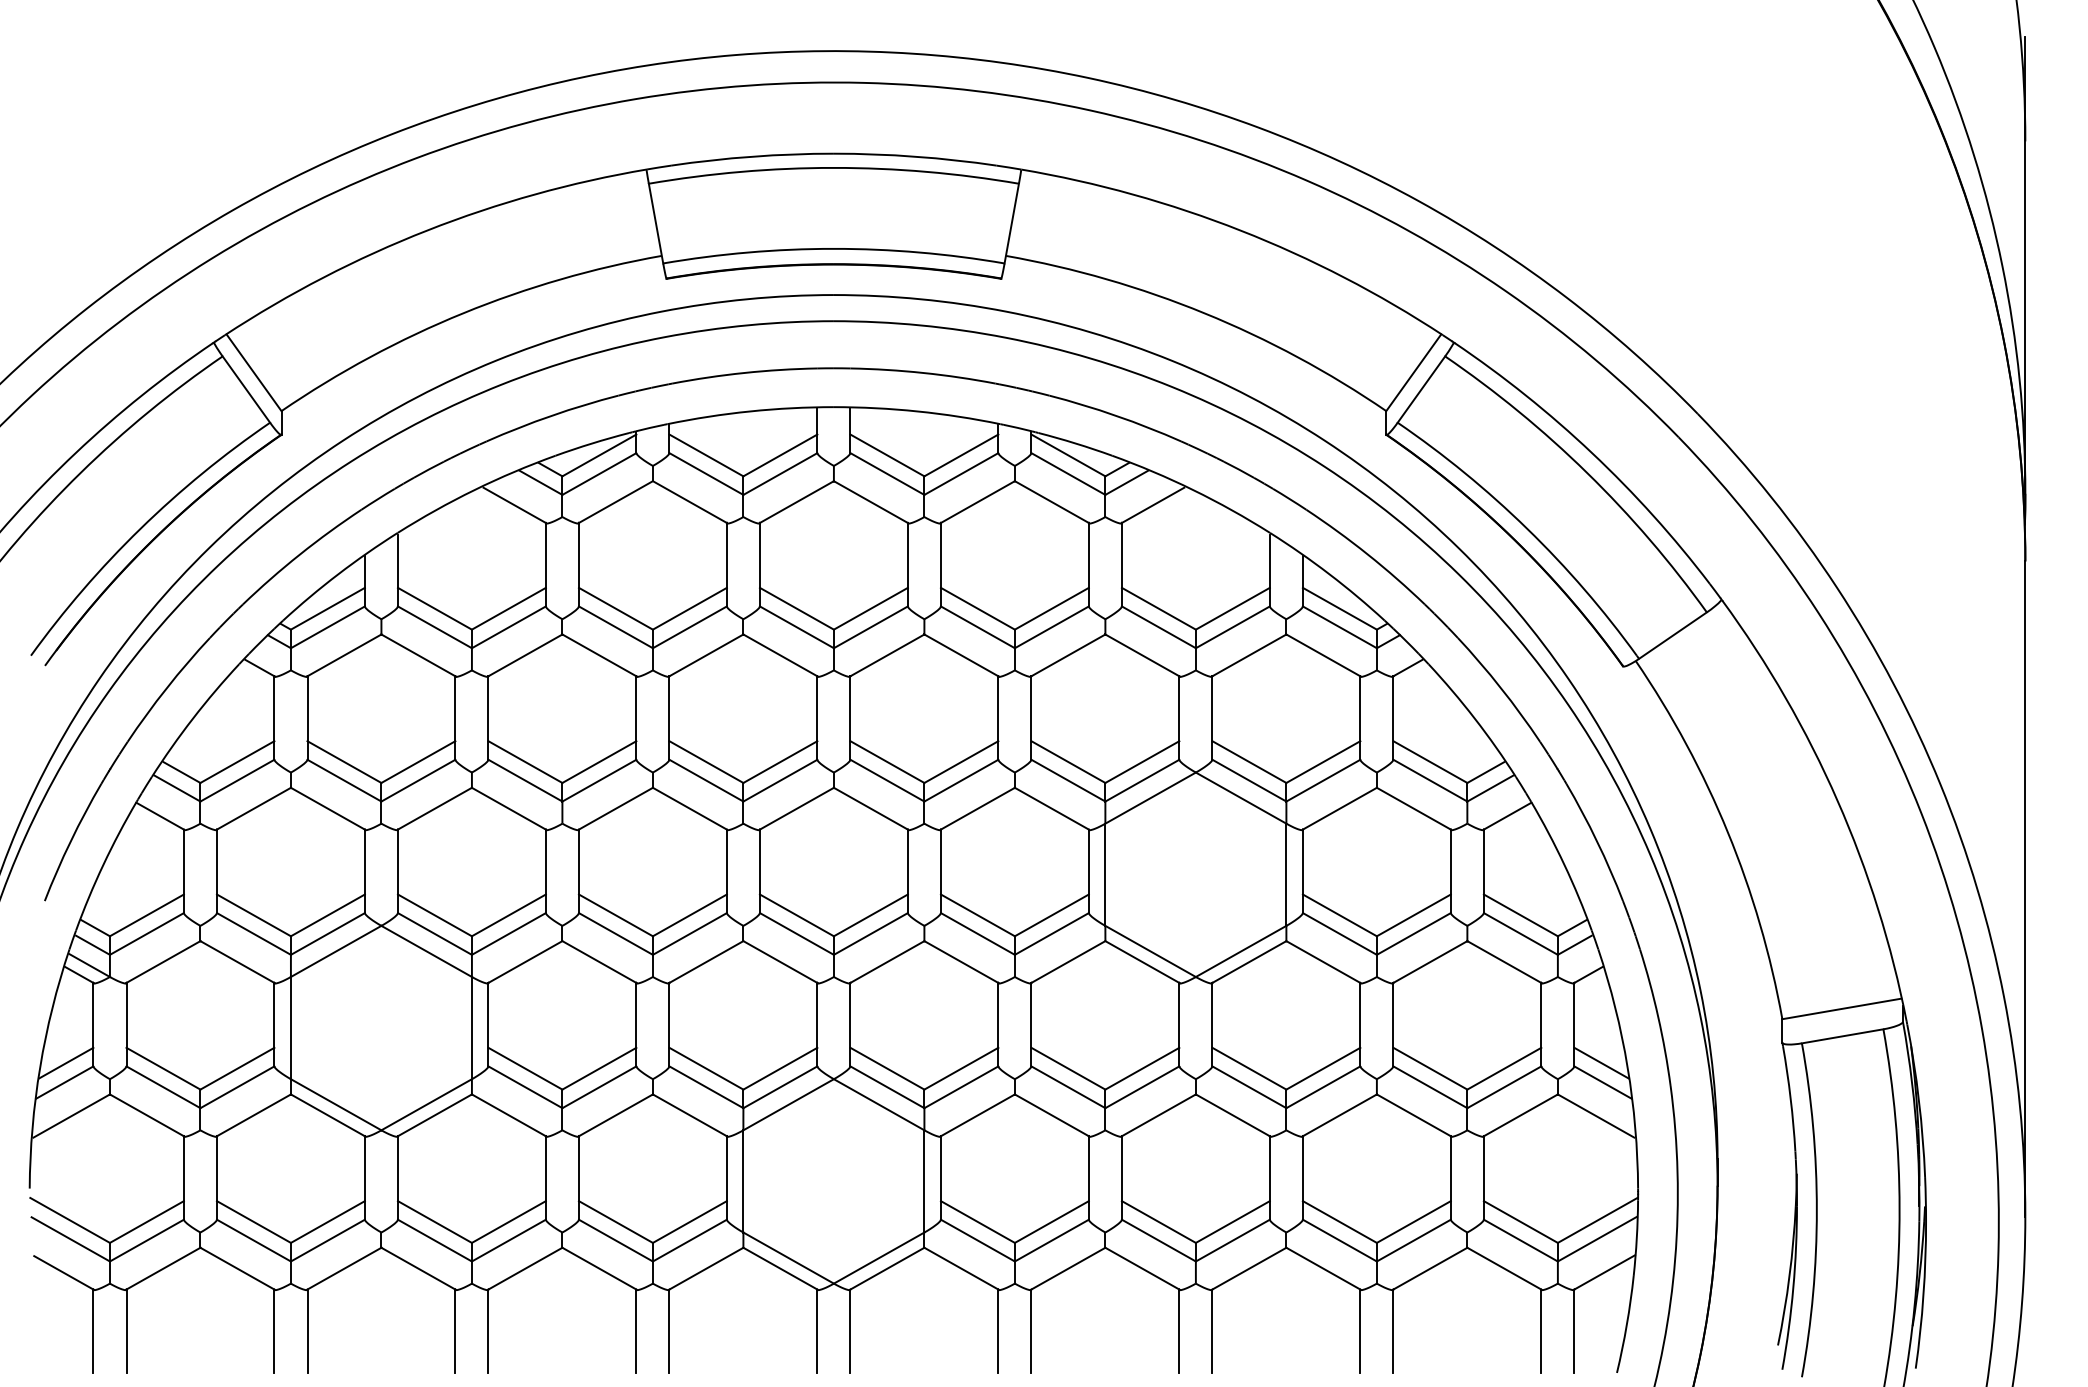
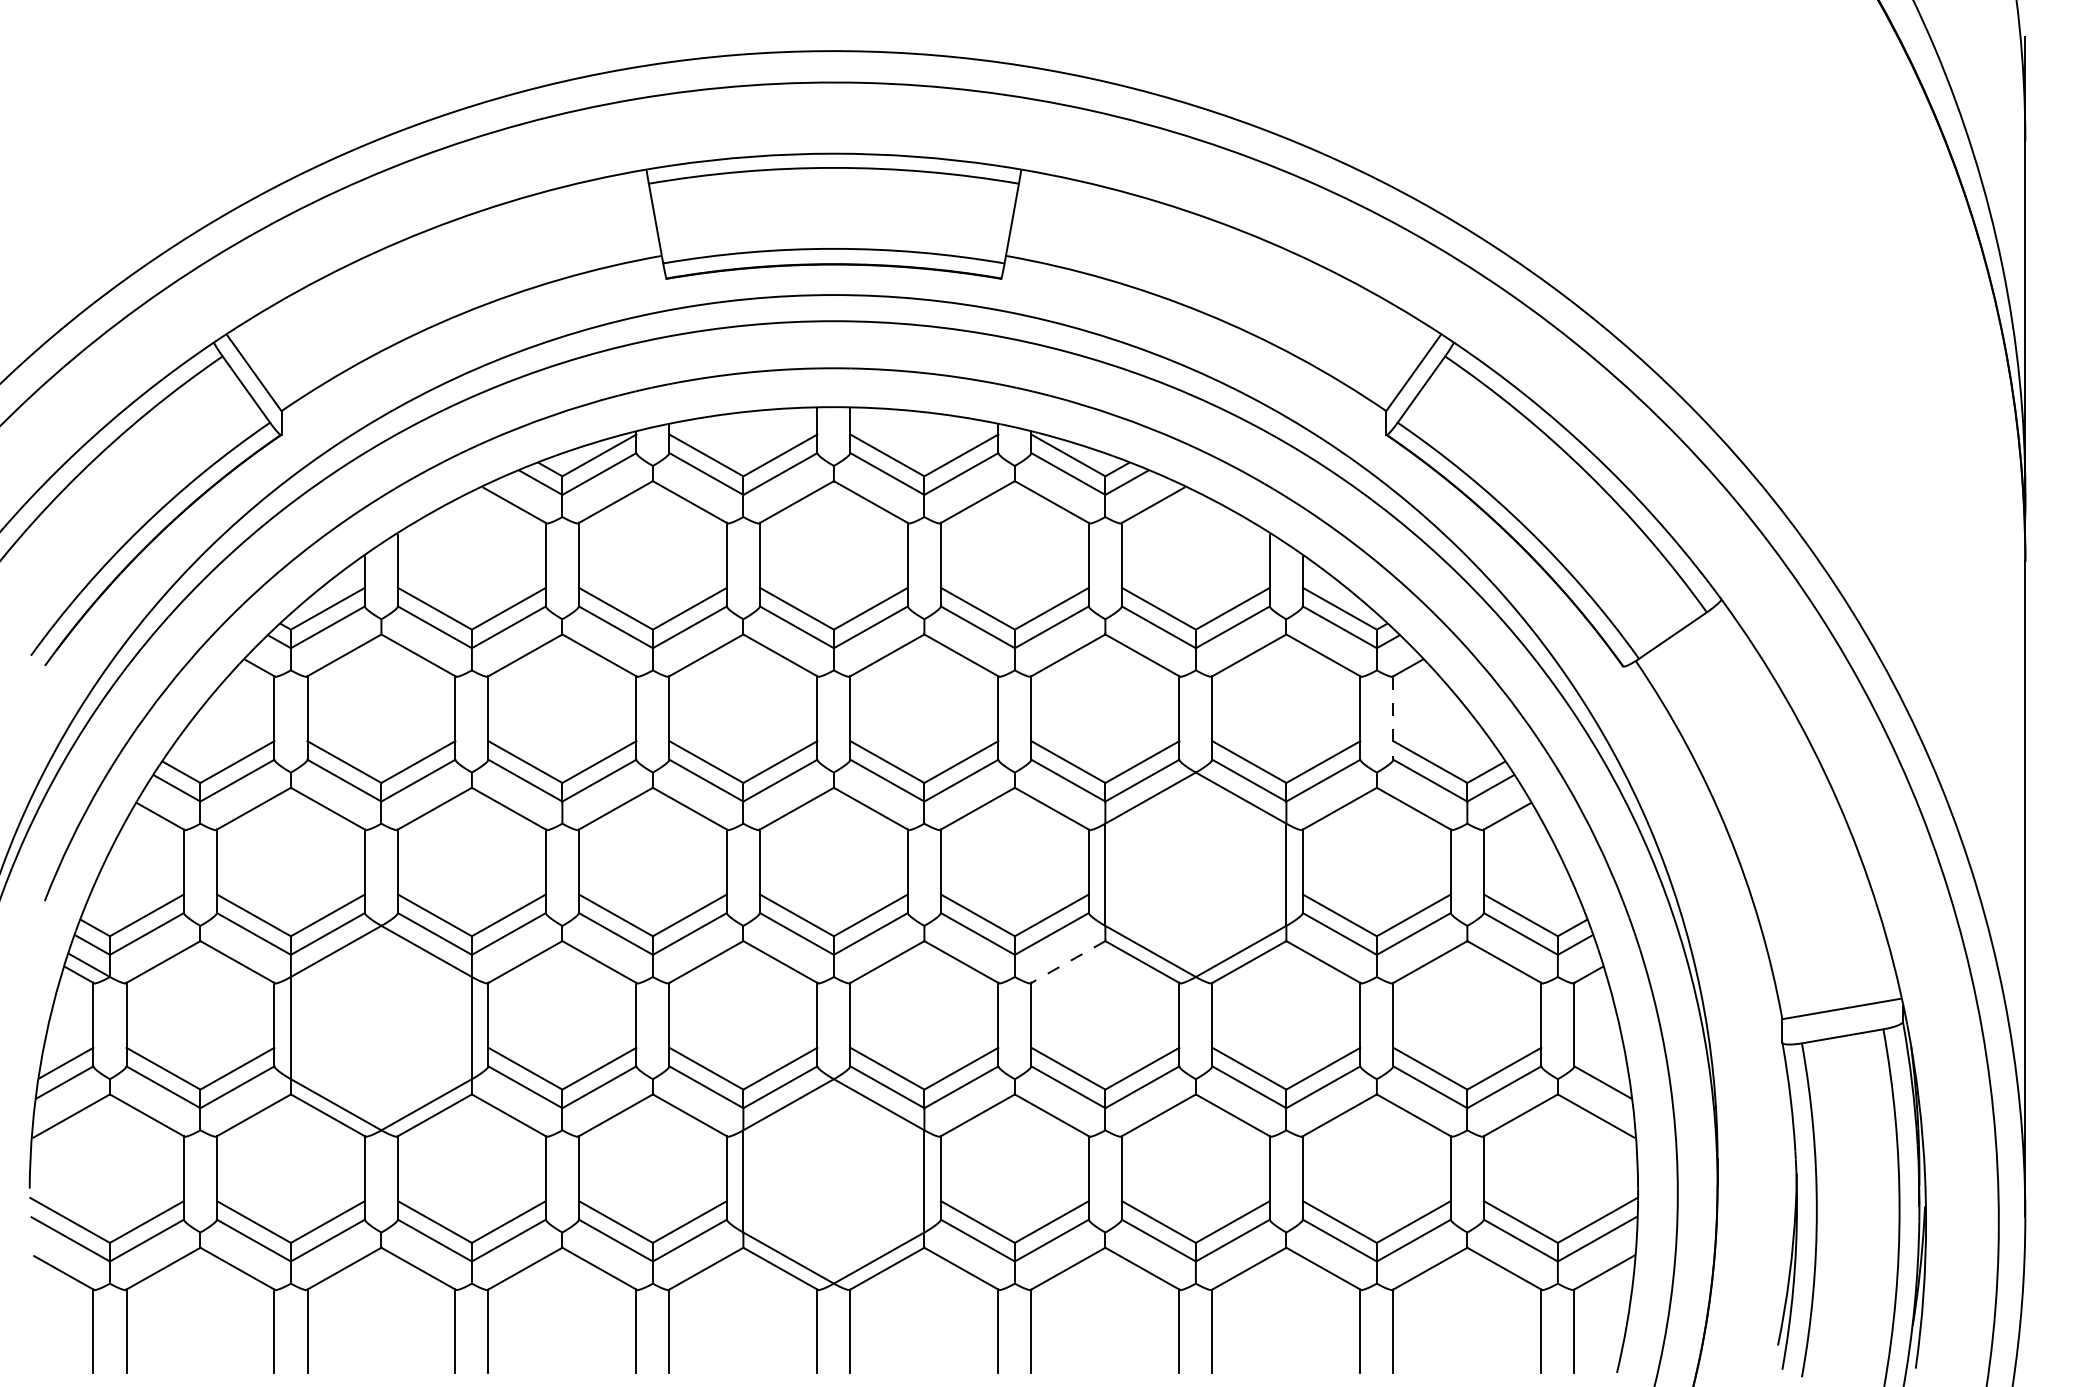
line at (1393, 718): solid -> dashed
line at (1067, 962): solid -> dashed
line at (1601, 1062): present -> none
